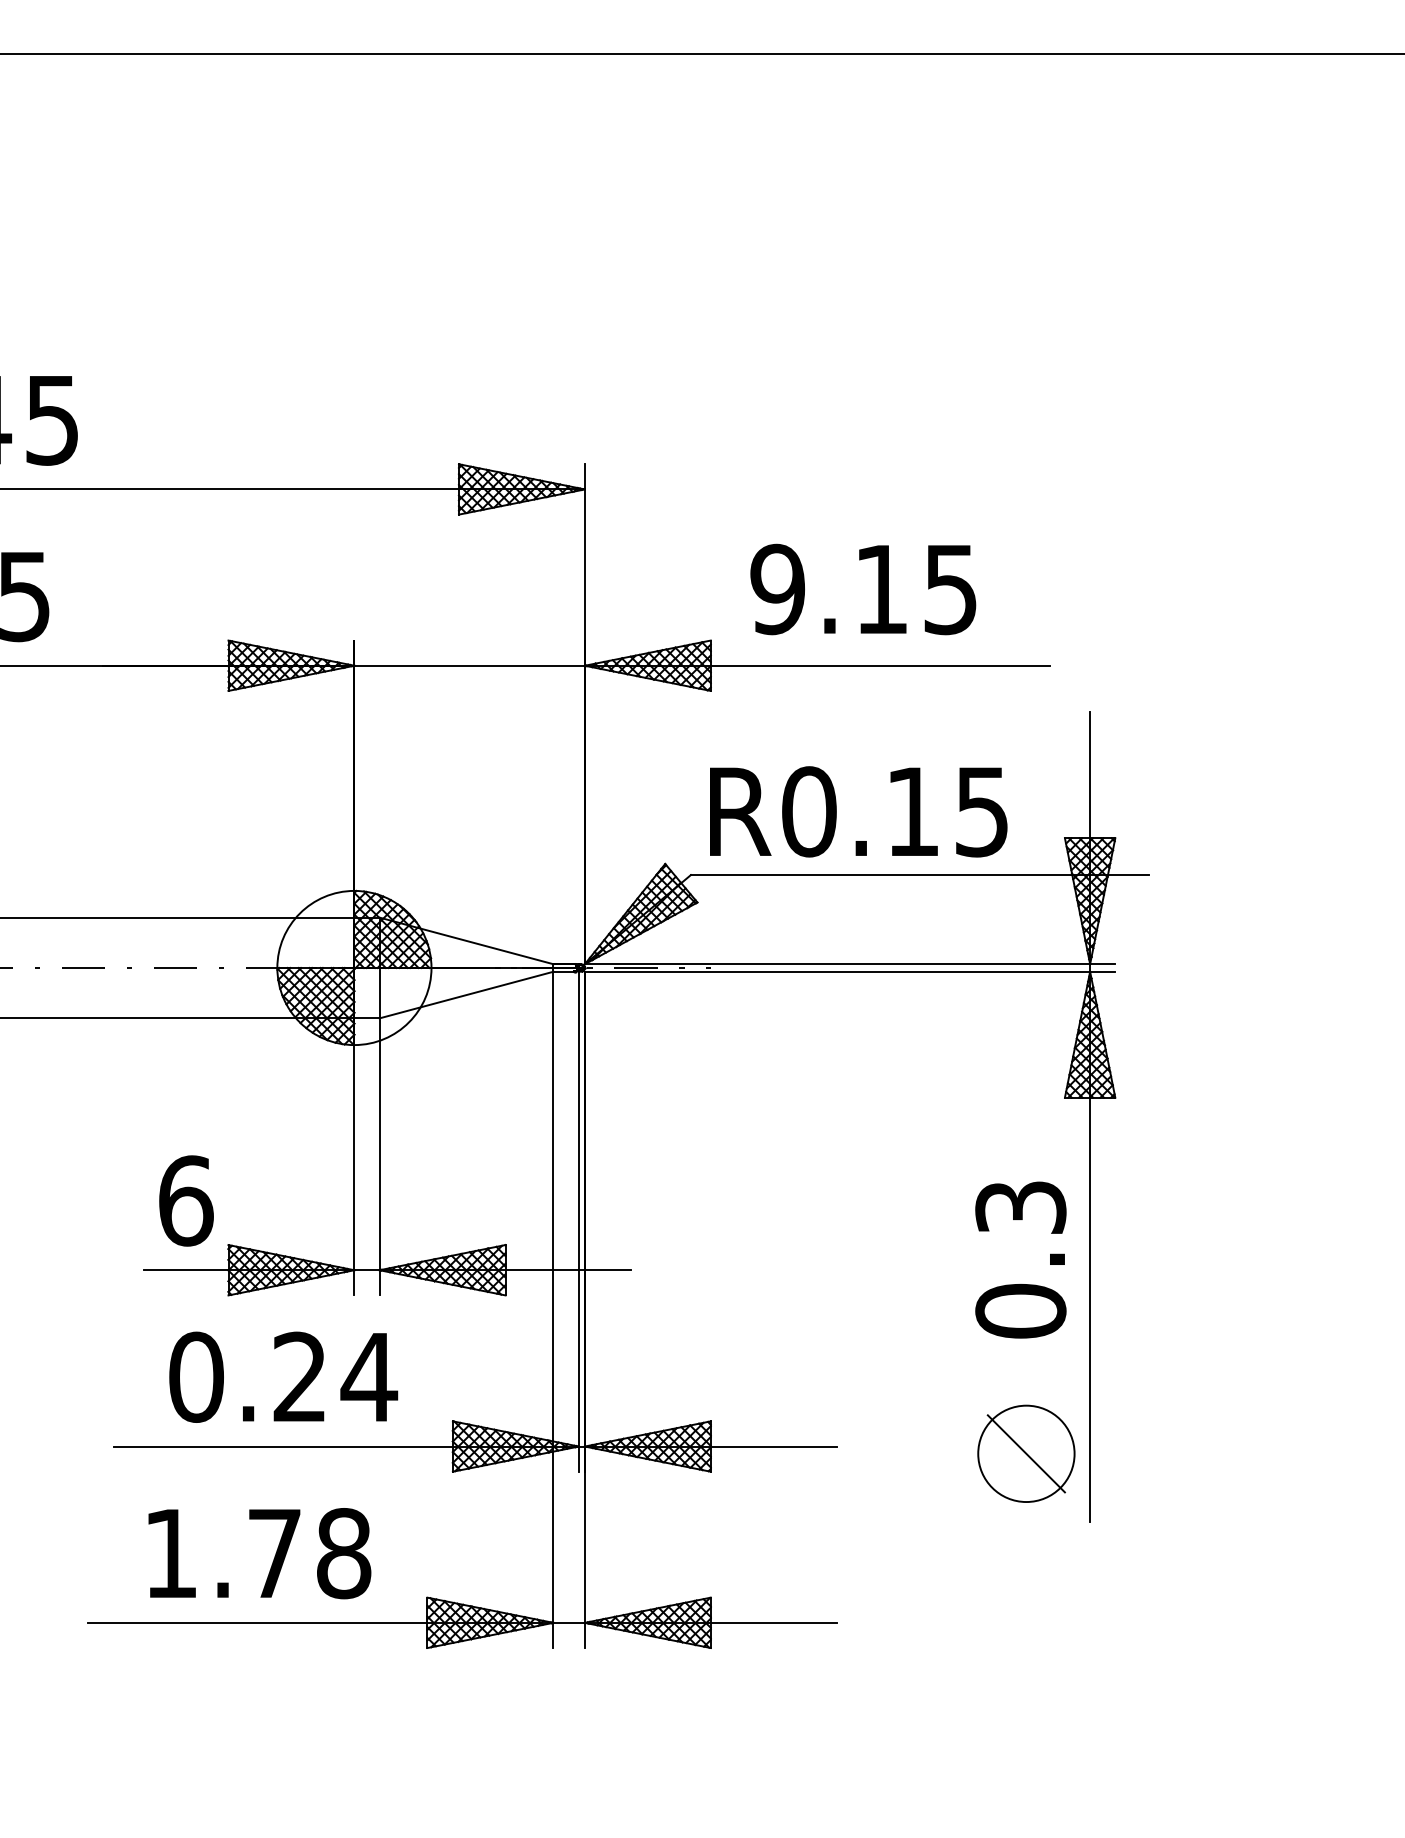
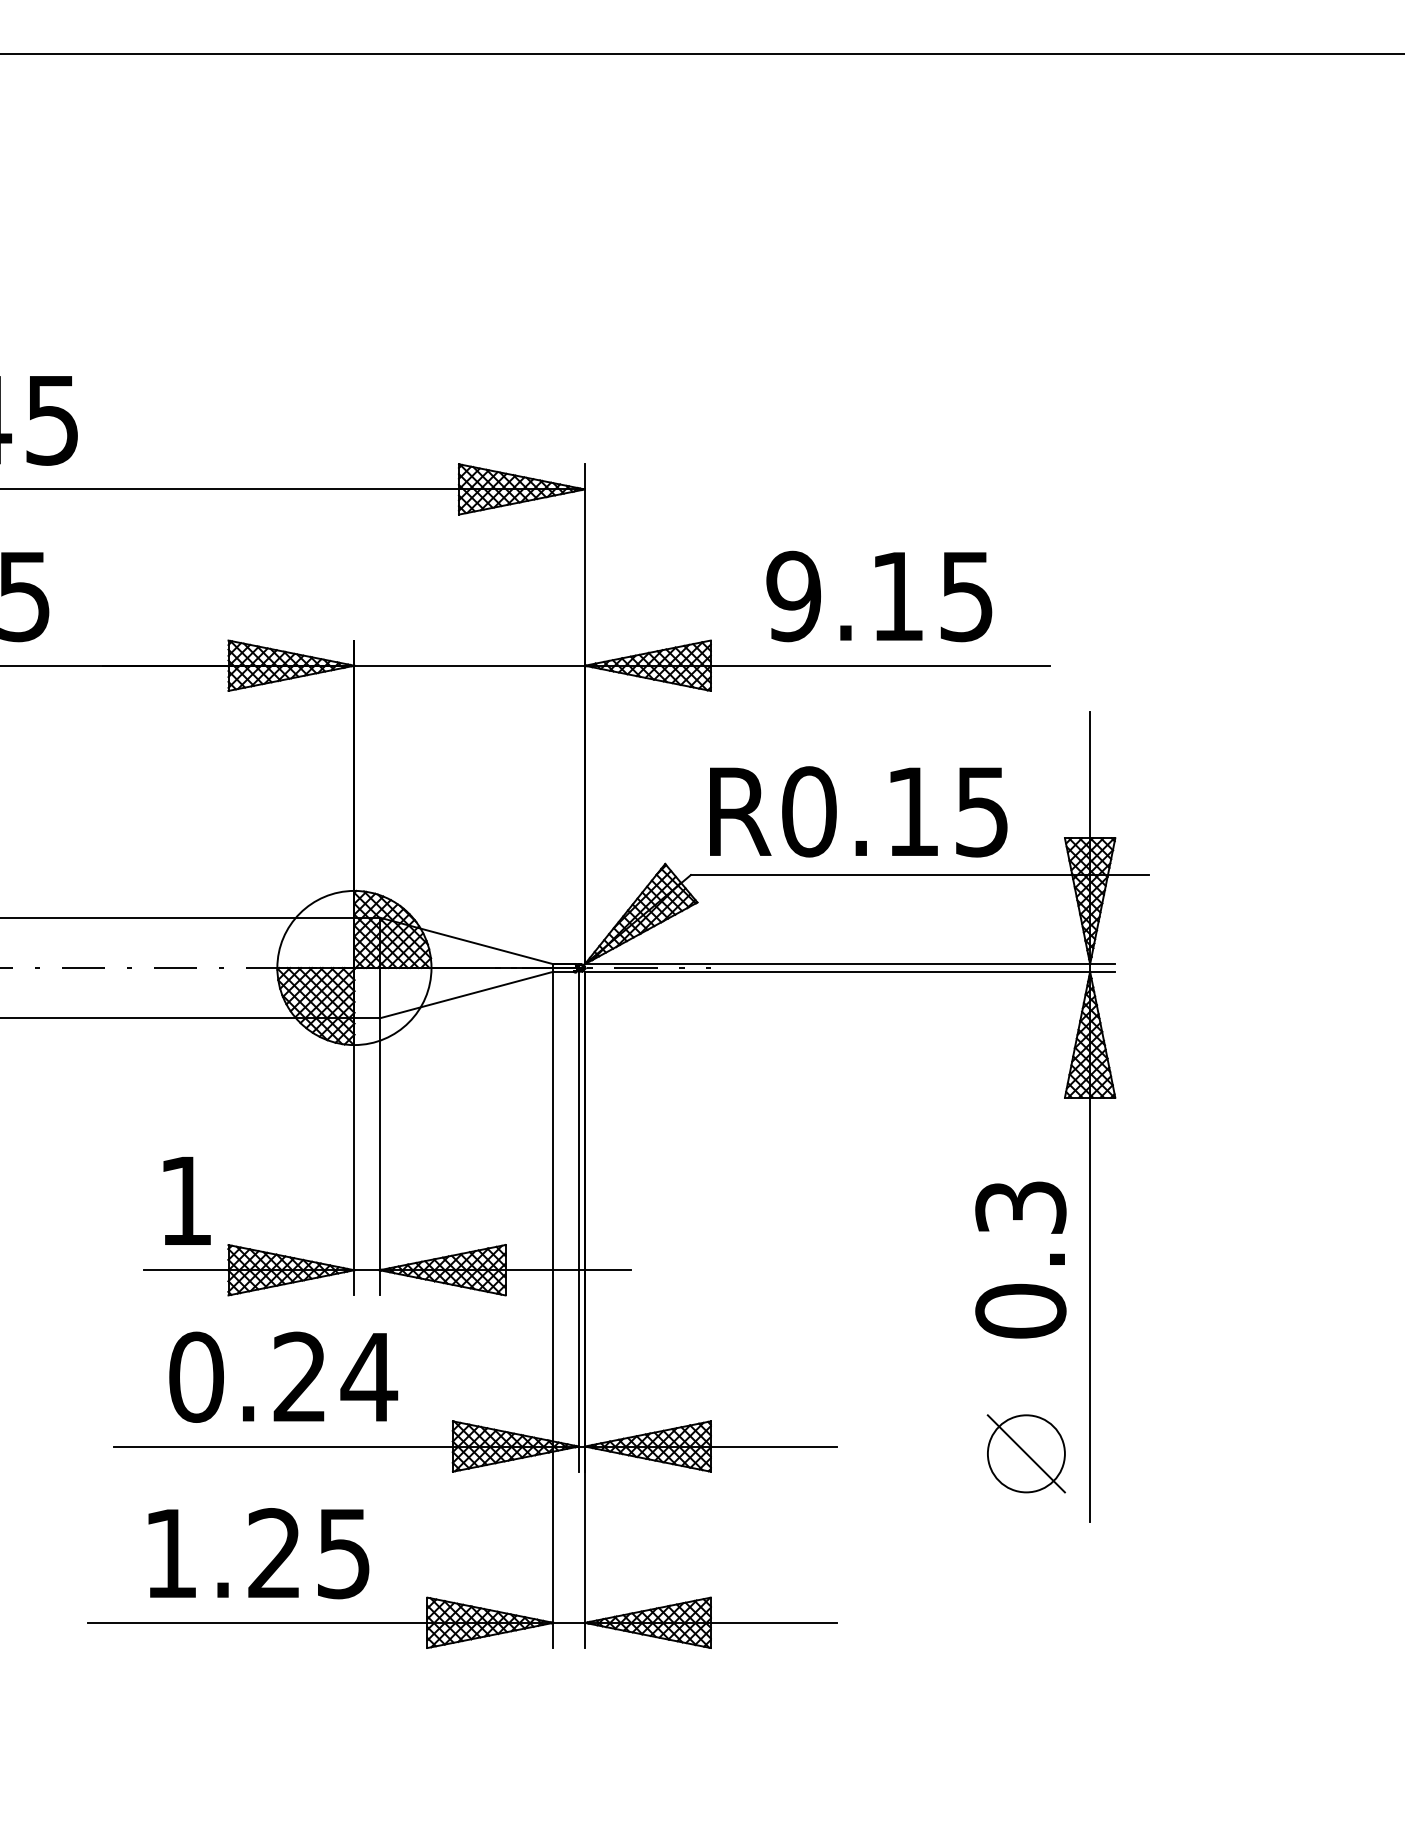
text at (863, 589) position: (863, 589) -> (879, 596)
text at (186, 1200): 6 -> 1
circle at (1026, 1453) diameter: 96 px -> 77 px
text at (309, 1553): 1.78 -> 1.25
